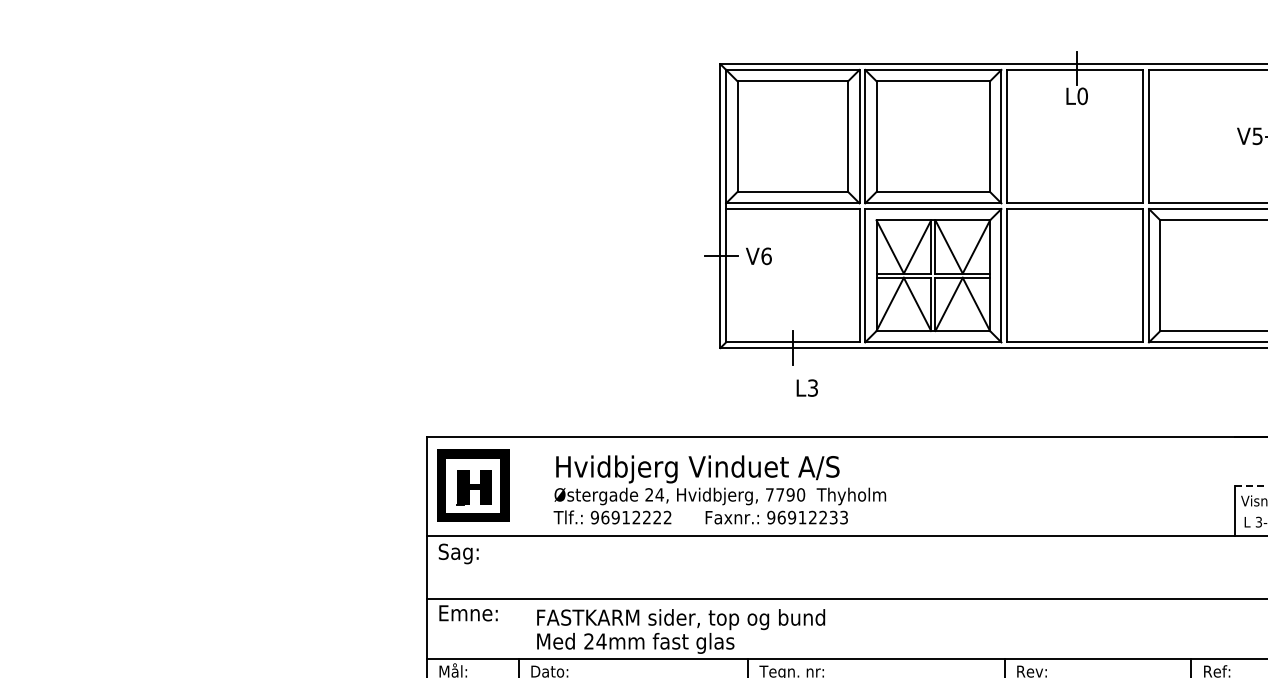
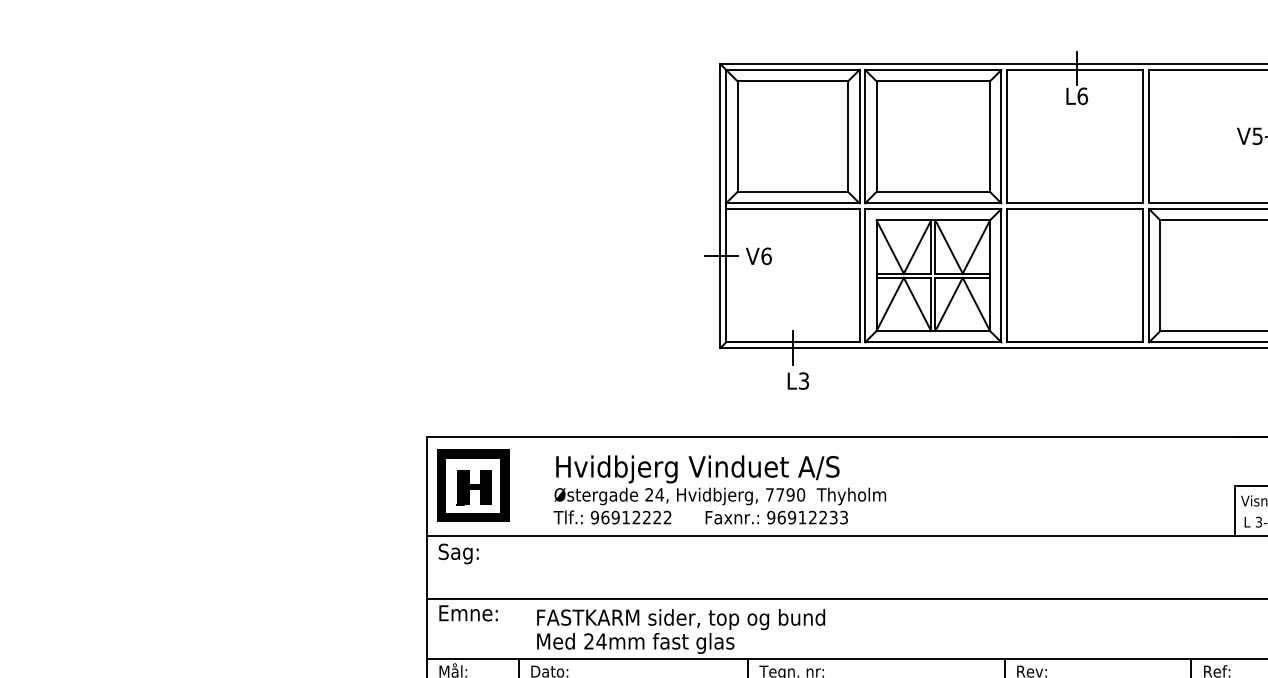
text at (1082, 95): L0 -> L6
text at (806, 387) position: (806, 387) -> (797, 380)
line at (1251, 486): dashed -> solid
